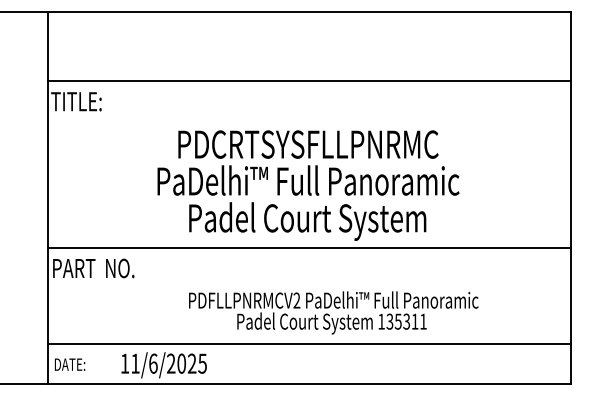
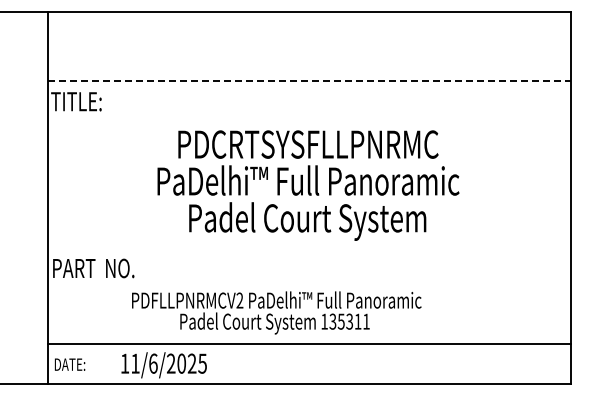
line at (309, 81): solid -> dashed
line at (309, 247): present -> none
text at (333, 312) position: (333, 312) -> (276, 312)
